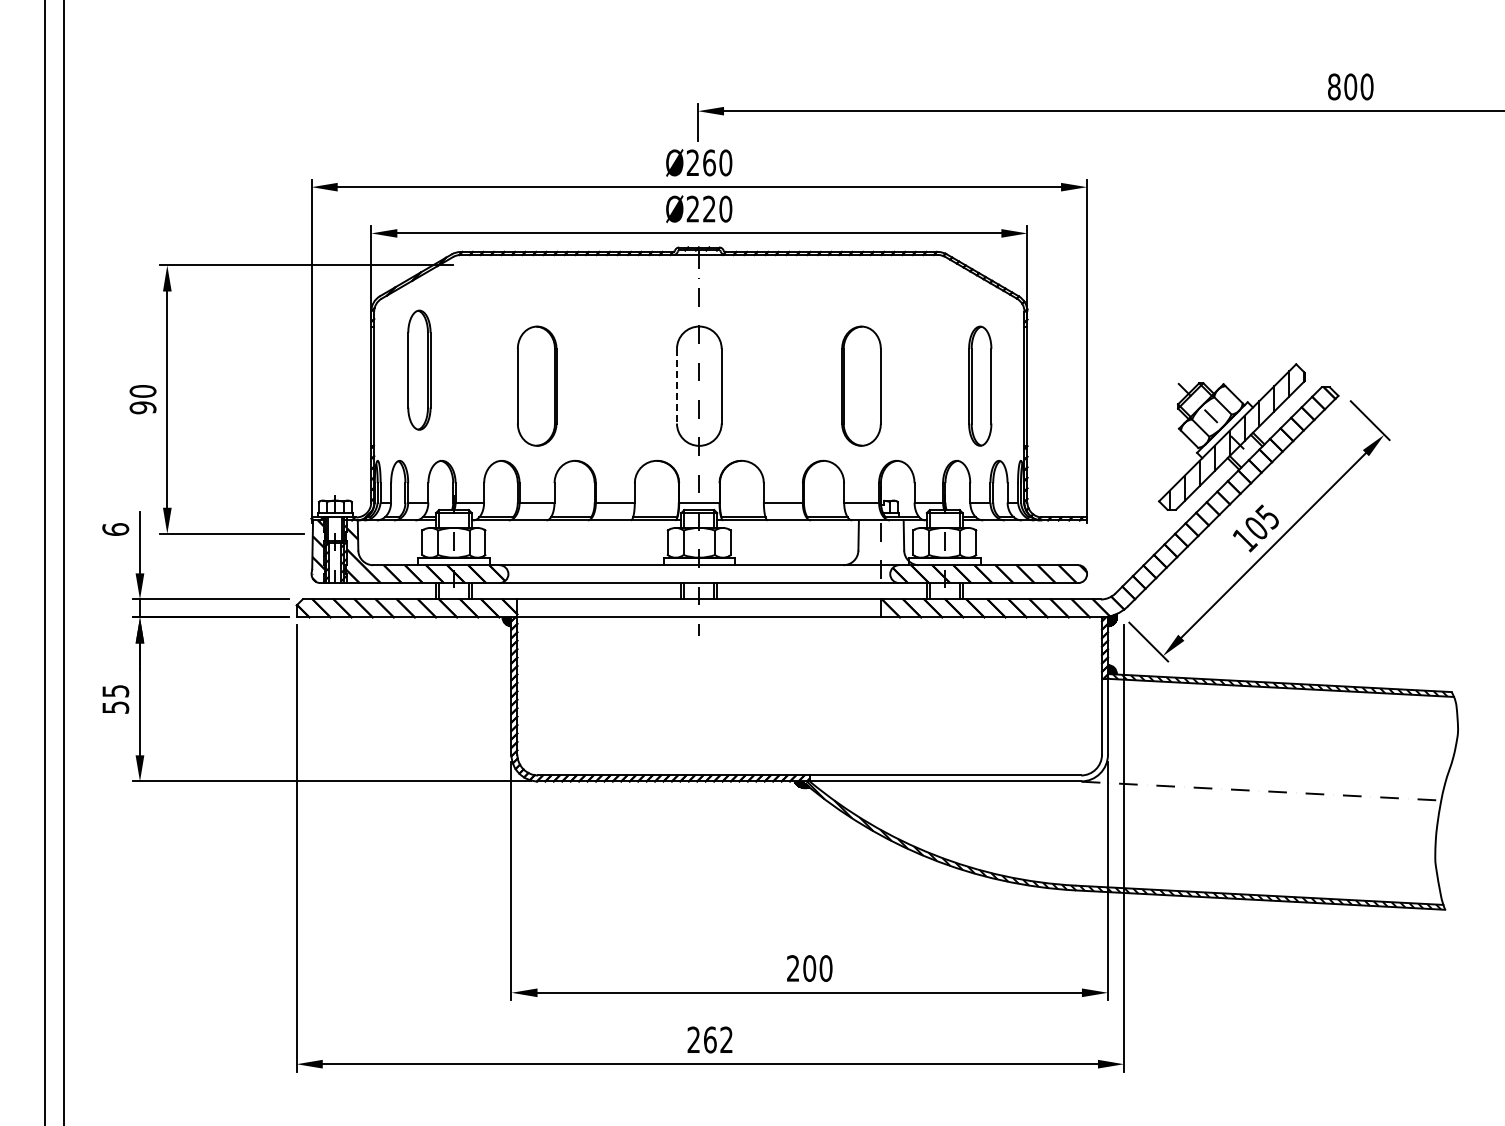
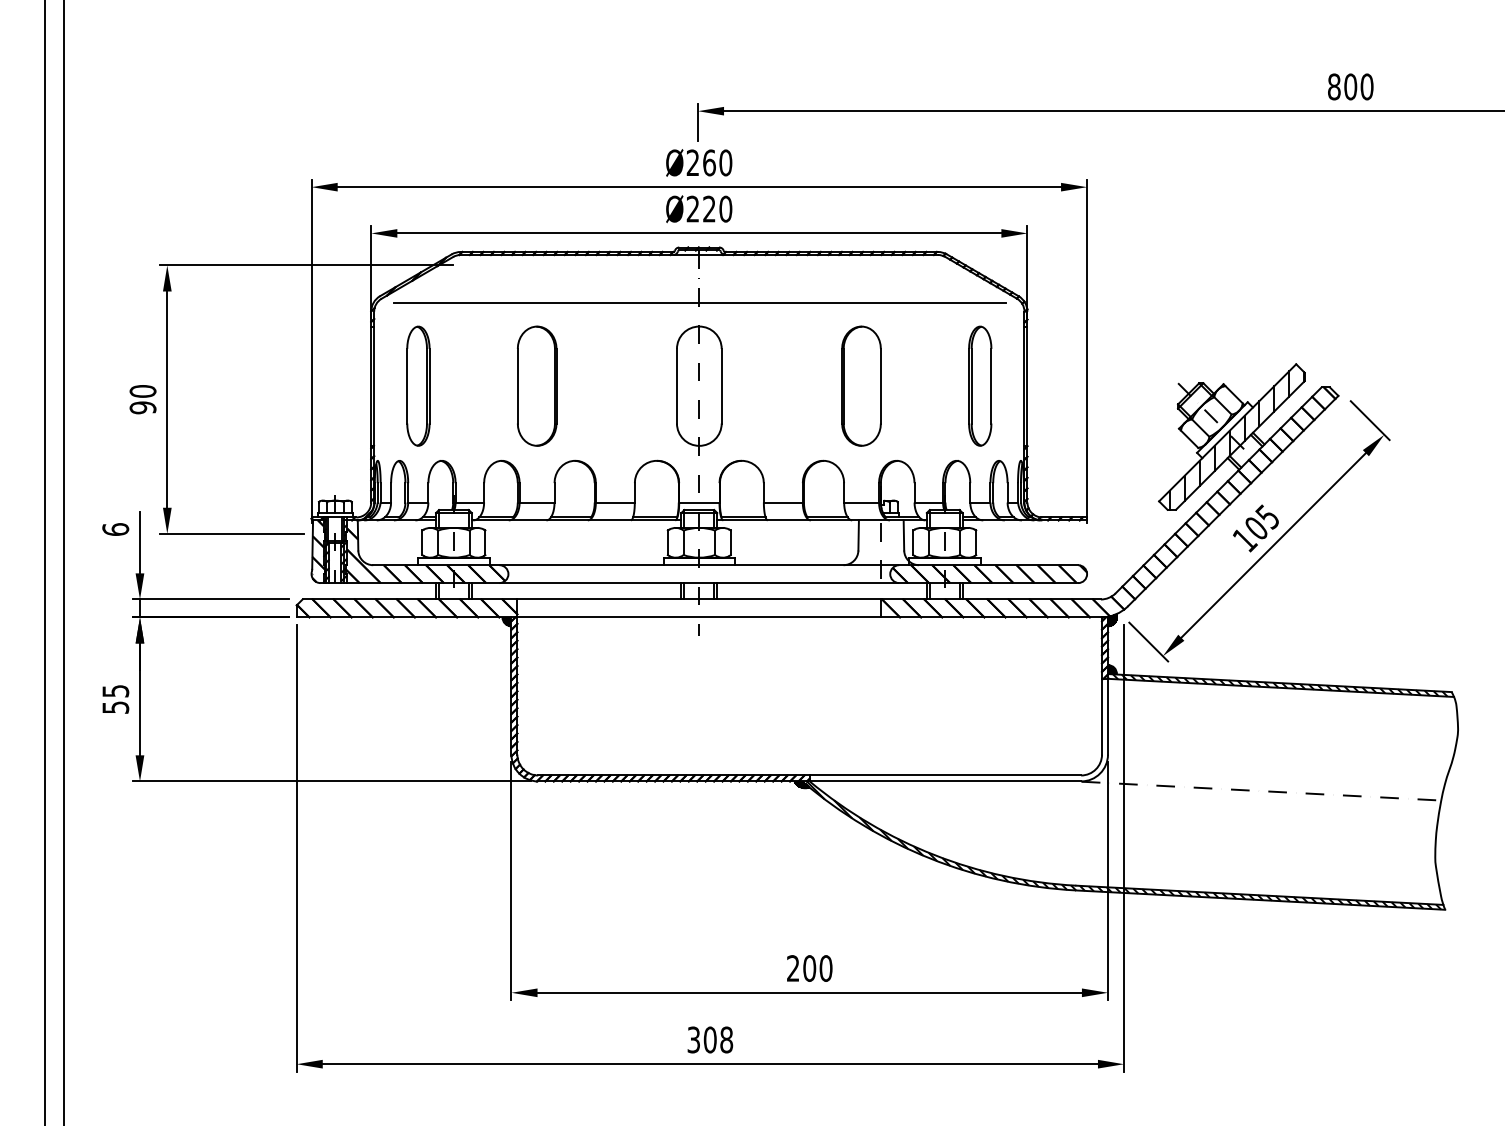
line at (700, 302): none -> present
part at (419, 369) position: (419, 369) -> (418, 385)
line at (676, 386): dashed -> solid
text at (710, 1039): 262 -> 308
